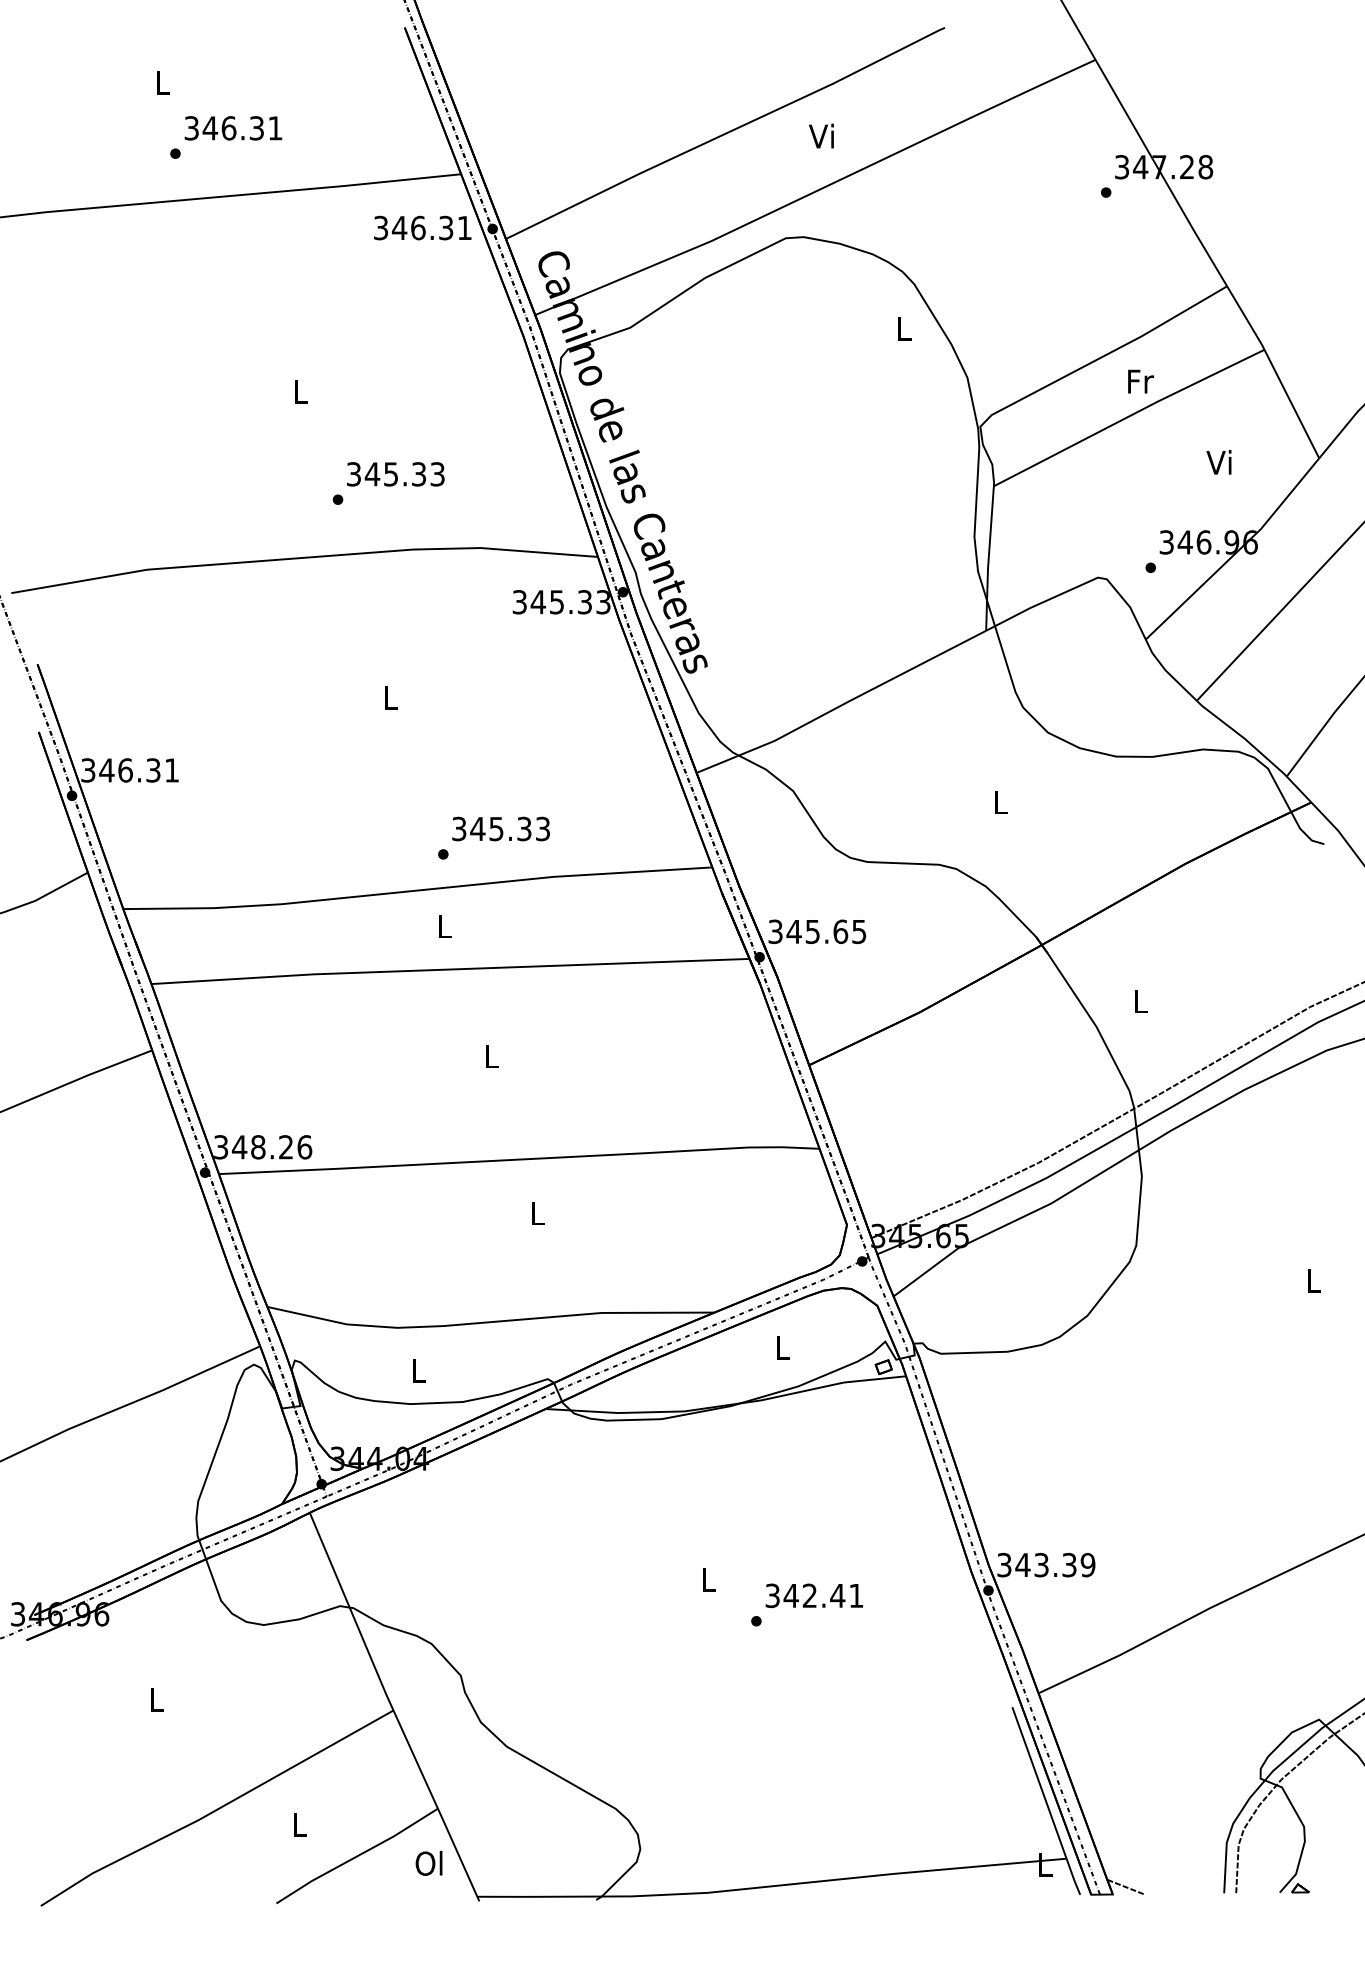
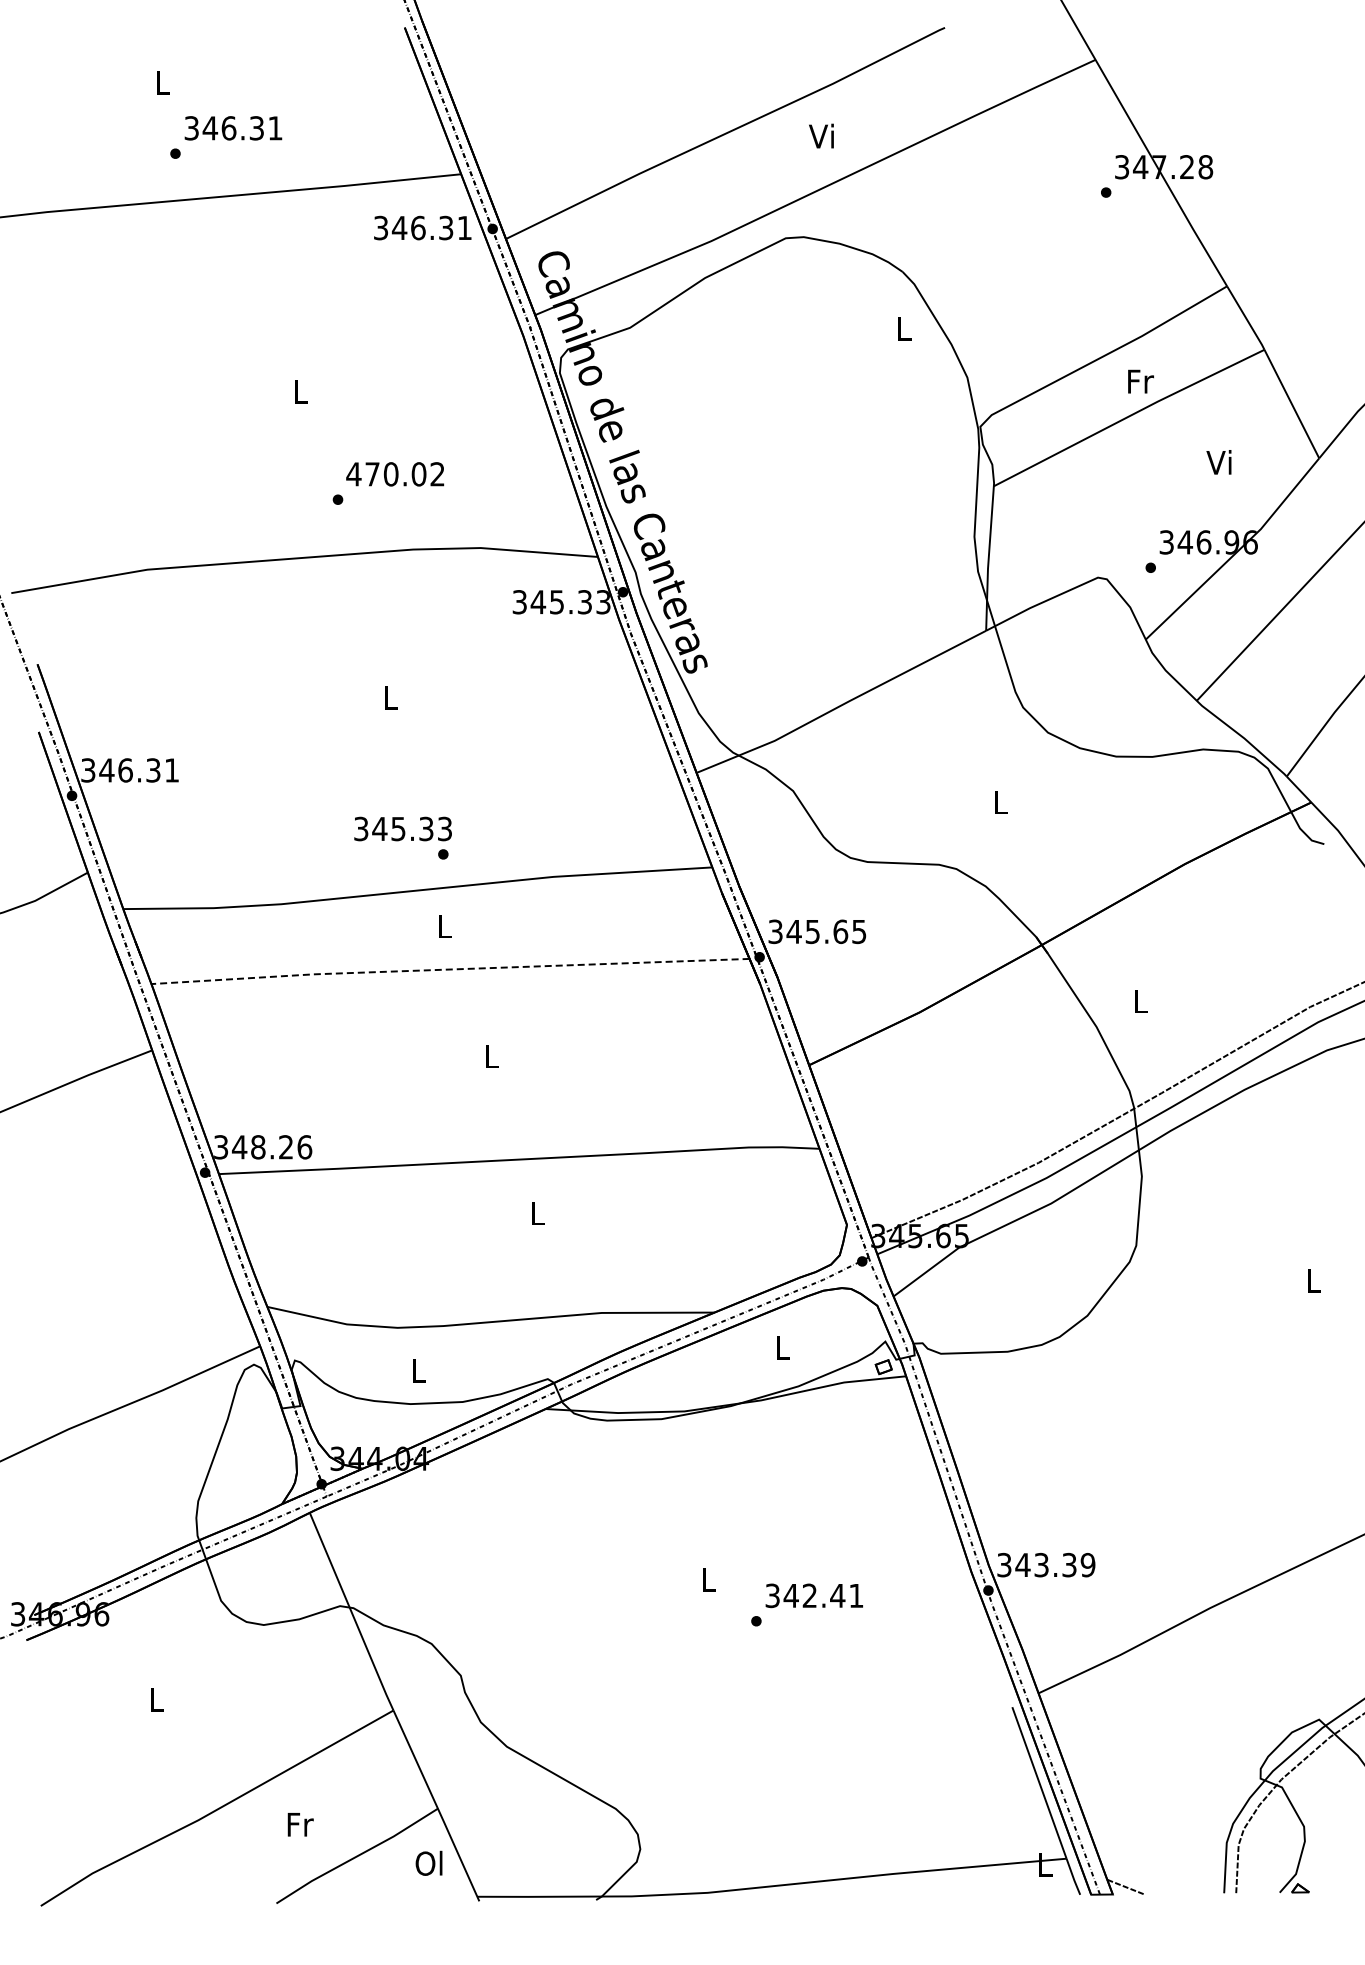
text at (395, 474): 345.33 -> 470.02
text at (500, 828) position: (500, 828) -> (402, 828)
line at (449, 969): solid -> dashed
text at (300, 1824): L -> Fr
